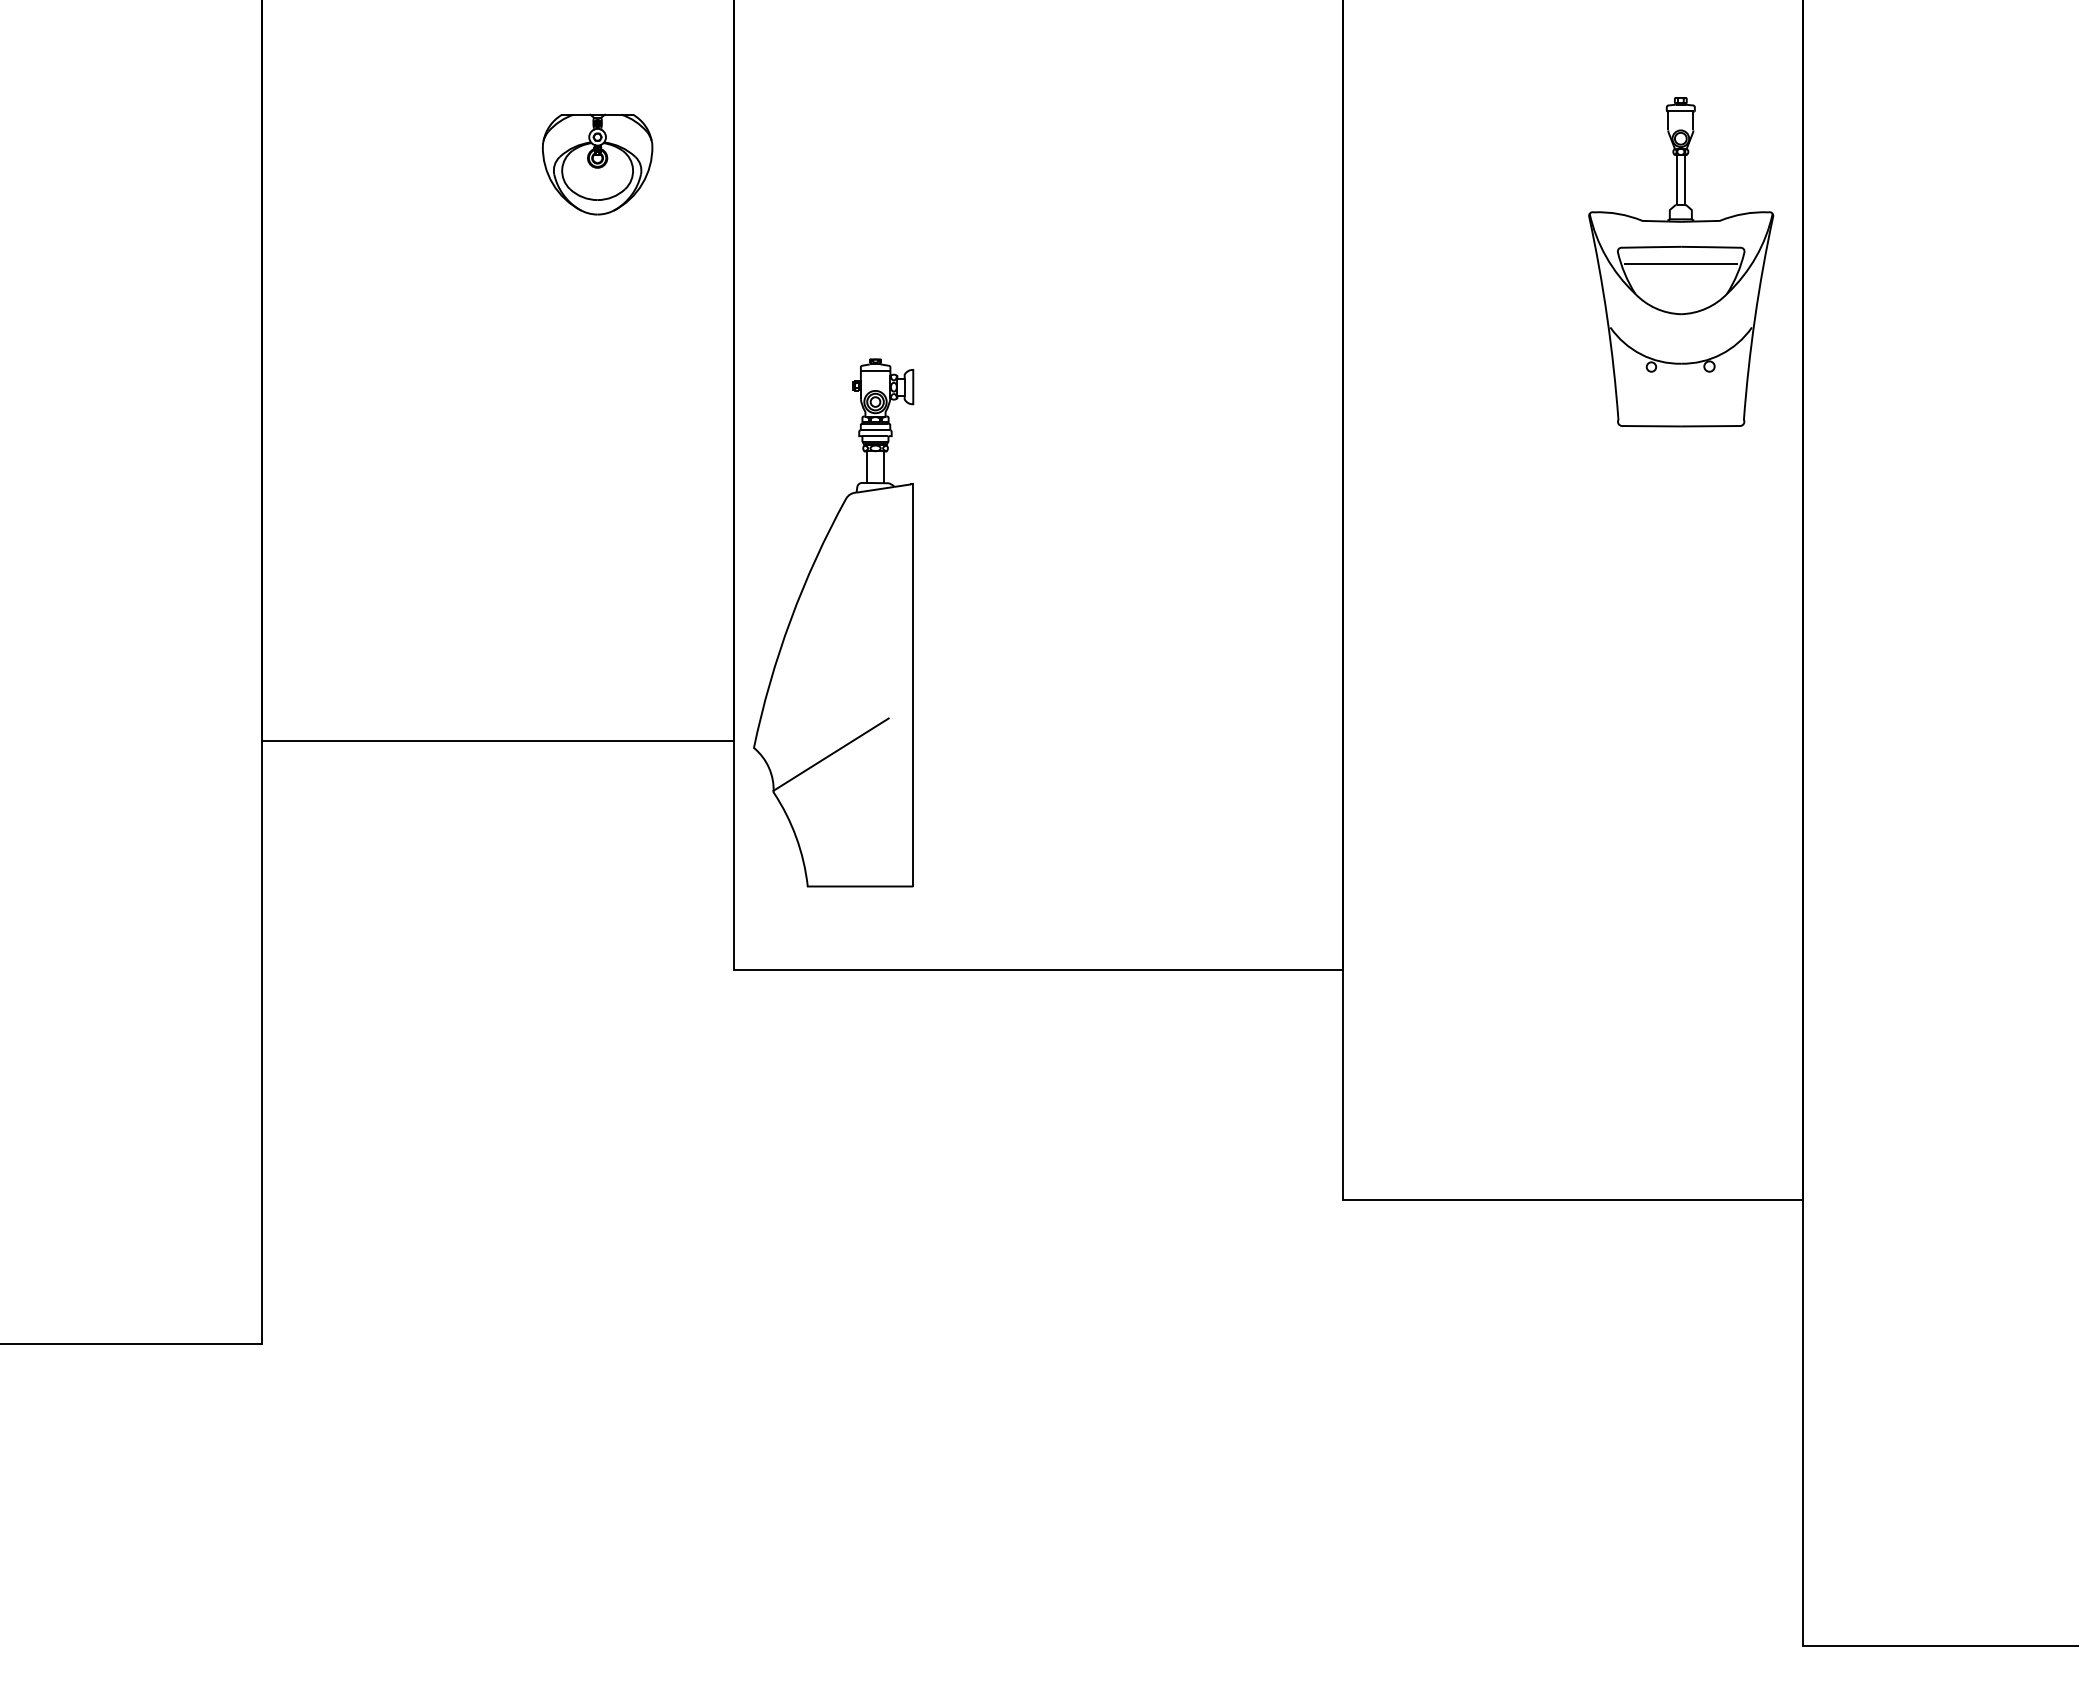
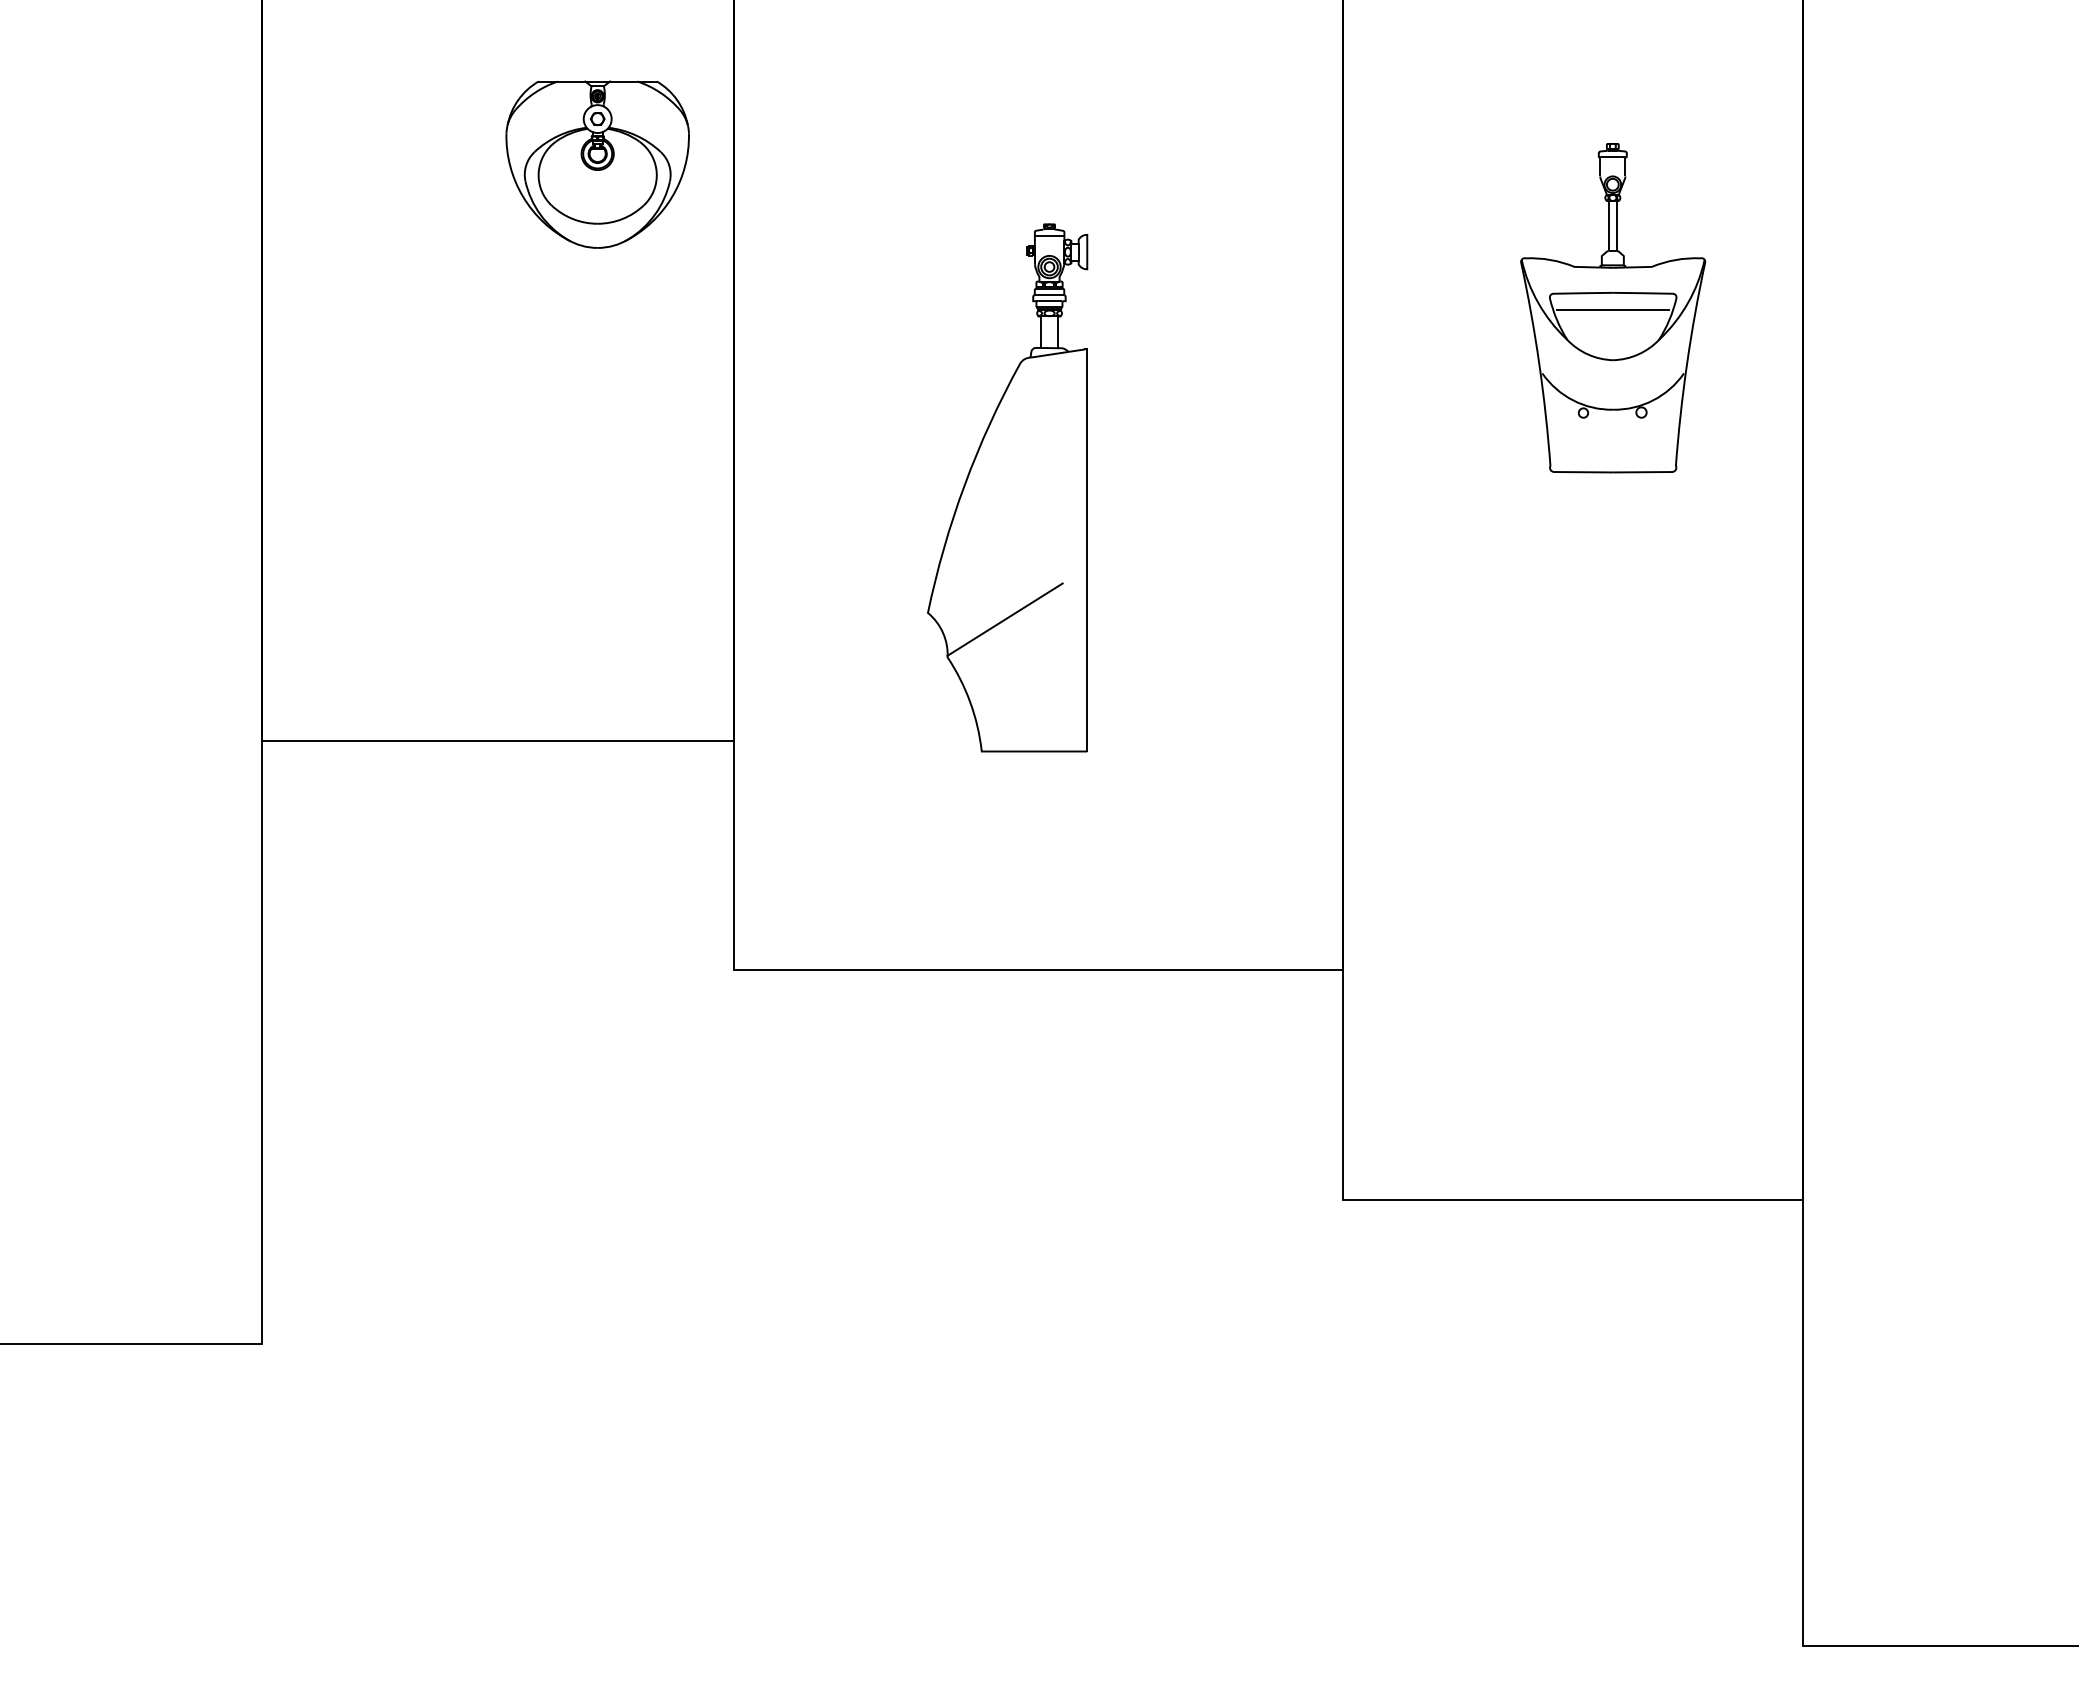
part at (597, 164) size: 112x103 px -> 185x169 px
part at (1681, 262) position: (1681, 262) -> (1613, 308)
part at (833, 622) position: (833, 622) -> (1007, 487)
